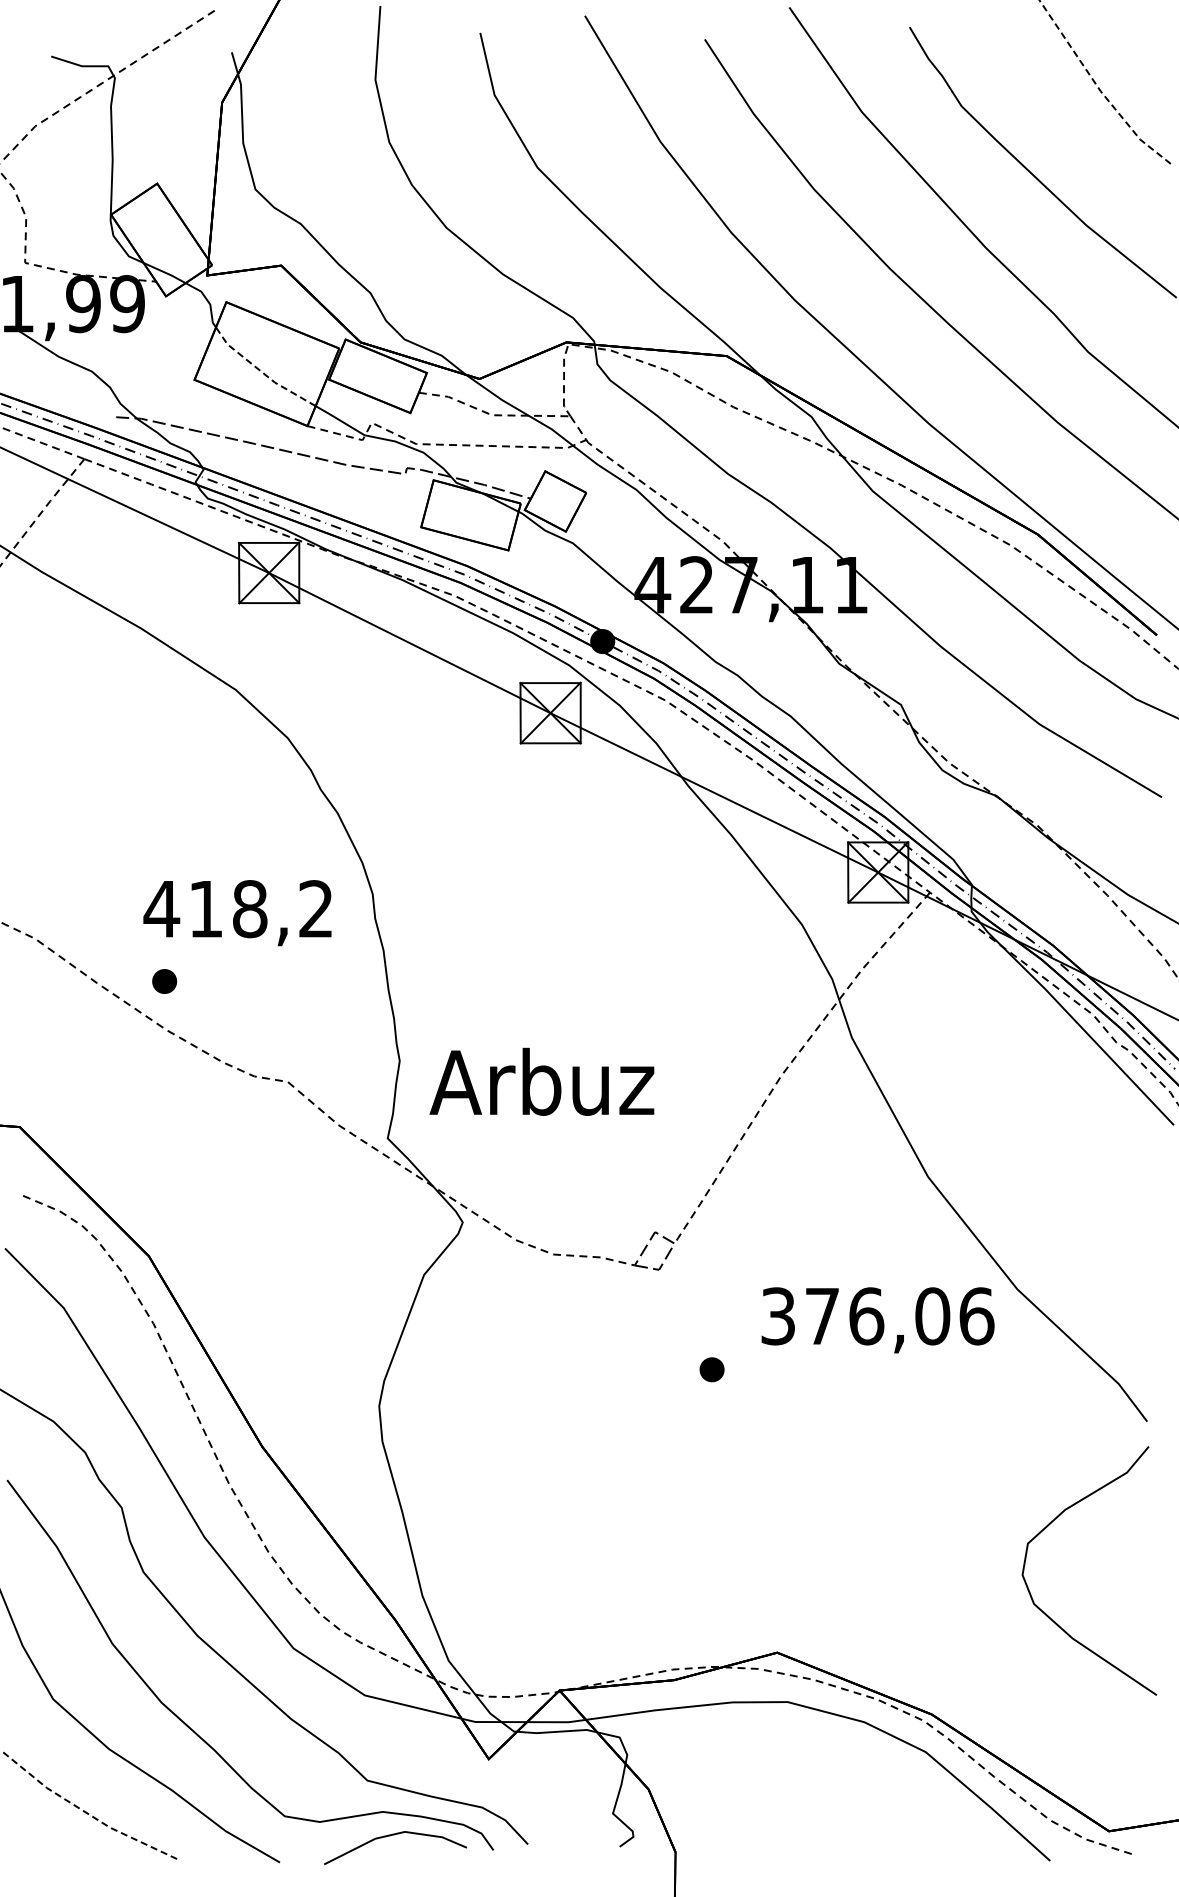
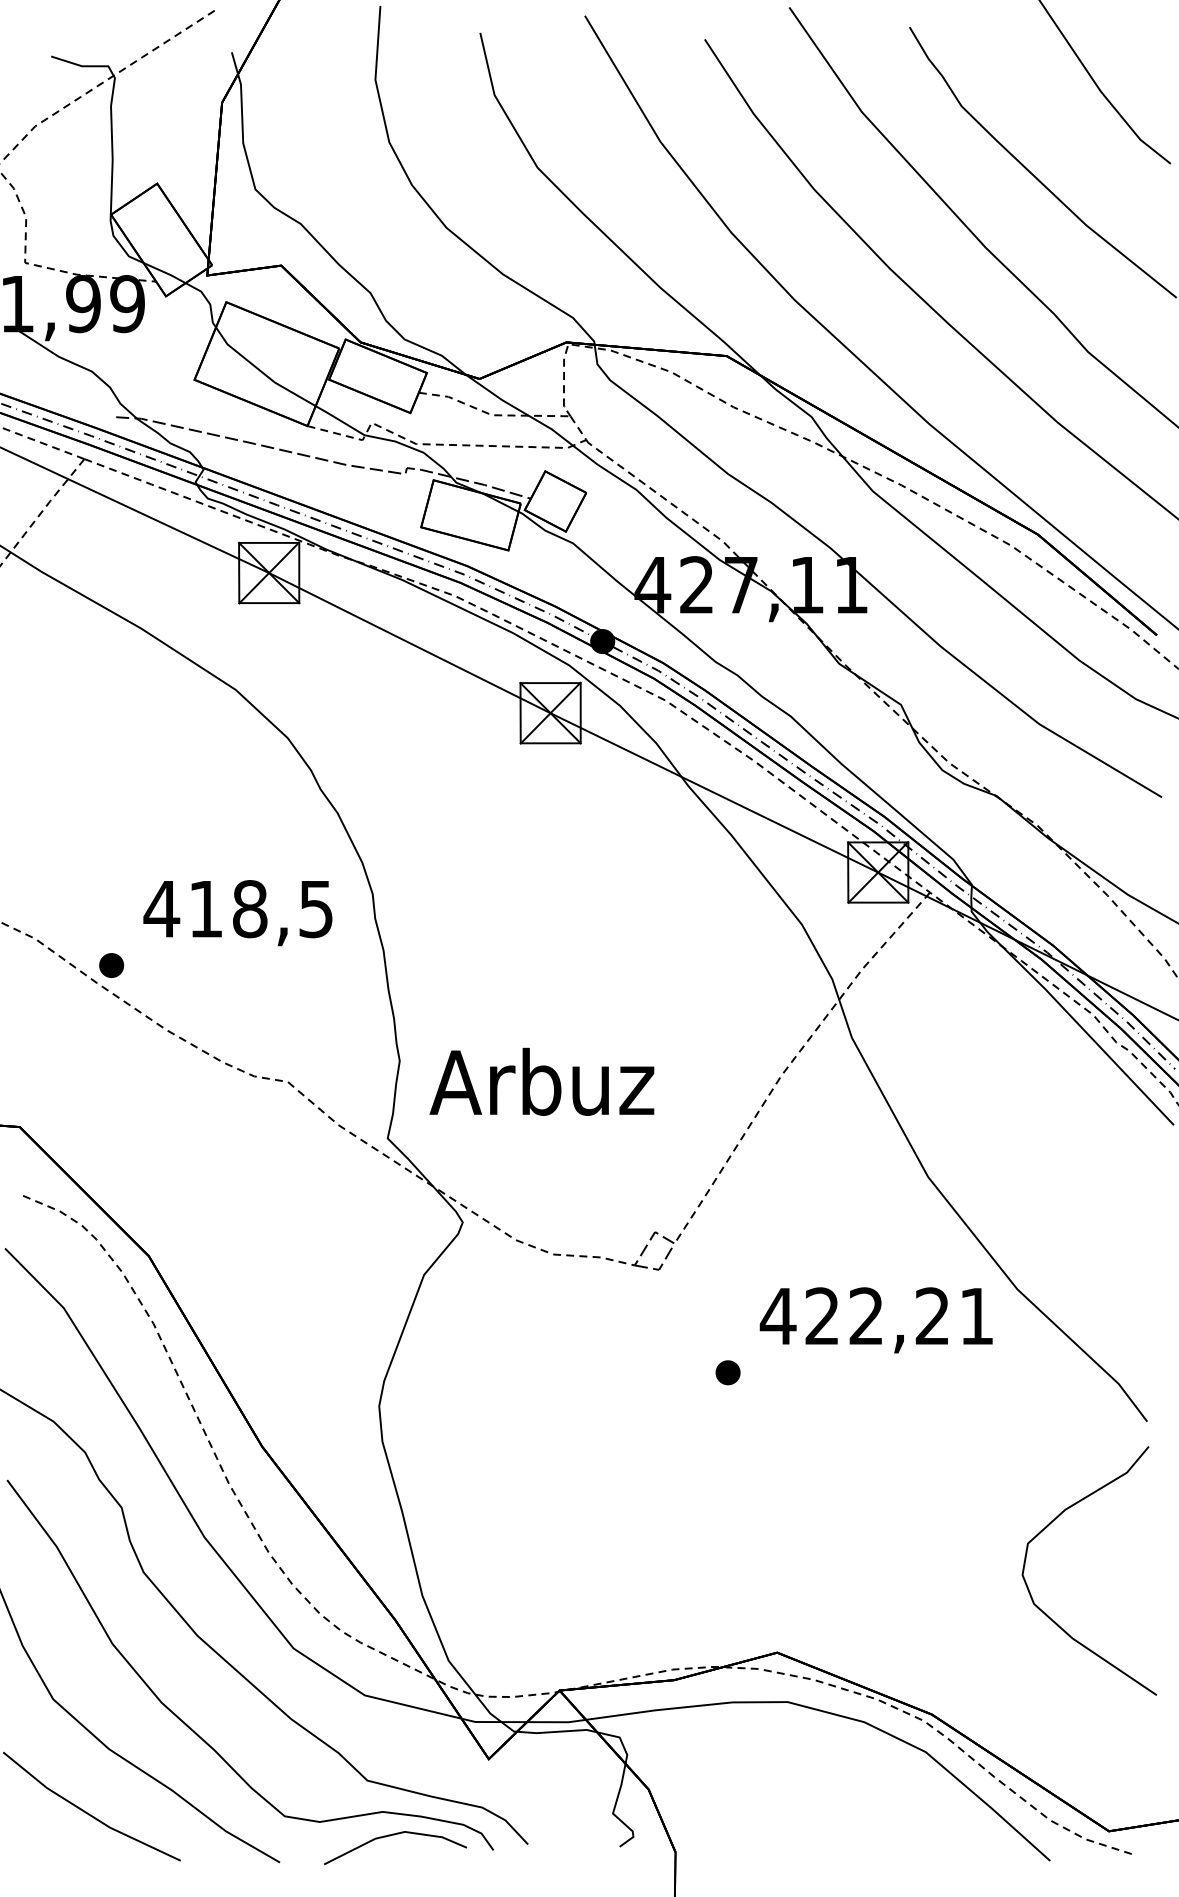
line at (1099, 89): dashed -> solid
line at (261, 371): dashed -> solid
text at (315, 909): 418,2 -> 418,5
part at (164, 981) position: (164, 981) -> (111, 965)
text at (876, 1316): 376,06 -> 422,21
part at (711, 1369) position: (711, 1369) -> (727, 1372)
line at (88, 1813): dashed -> solid
